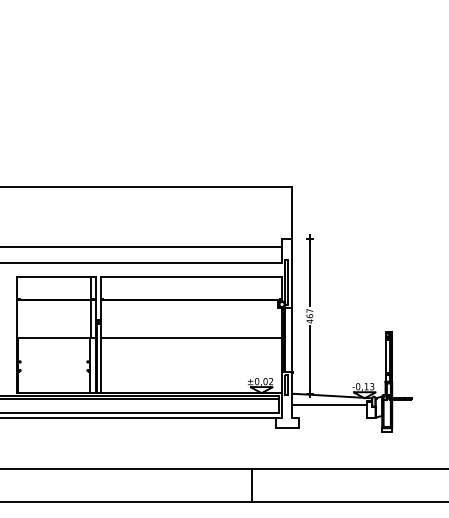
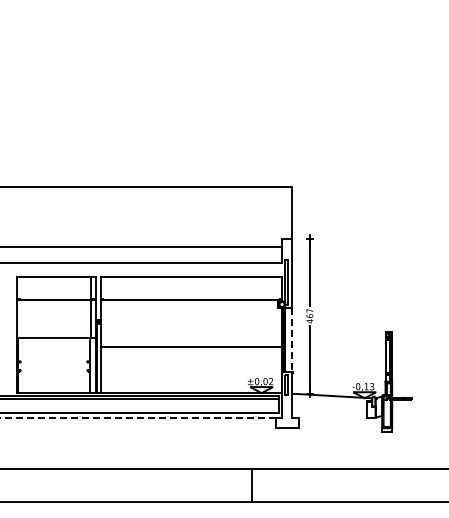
line at (191, 338) position: (191, 338) -> (191, 347)
line at (292, 339): solid -> dashed
line at (329, 404): present -> none
line at (137, 418): solid -> dashed
